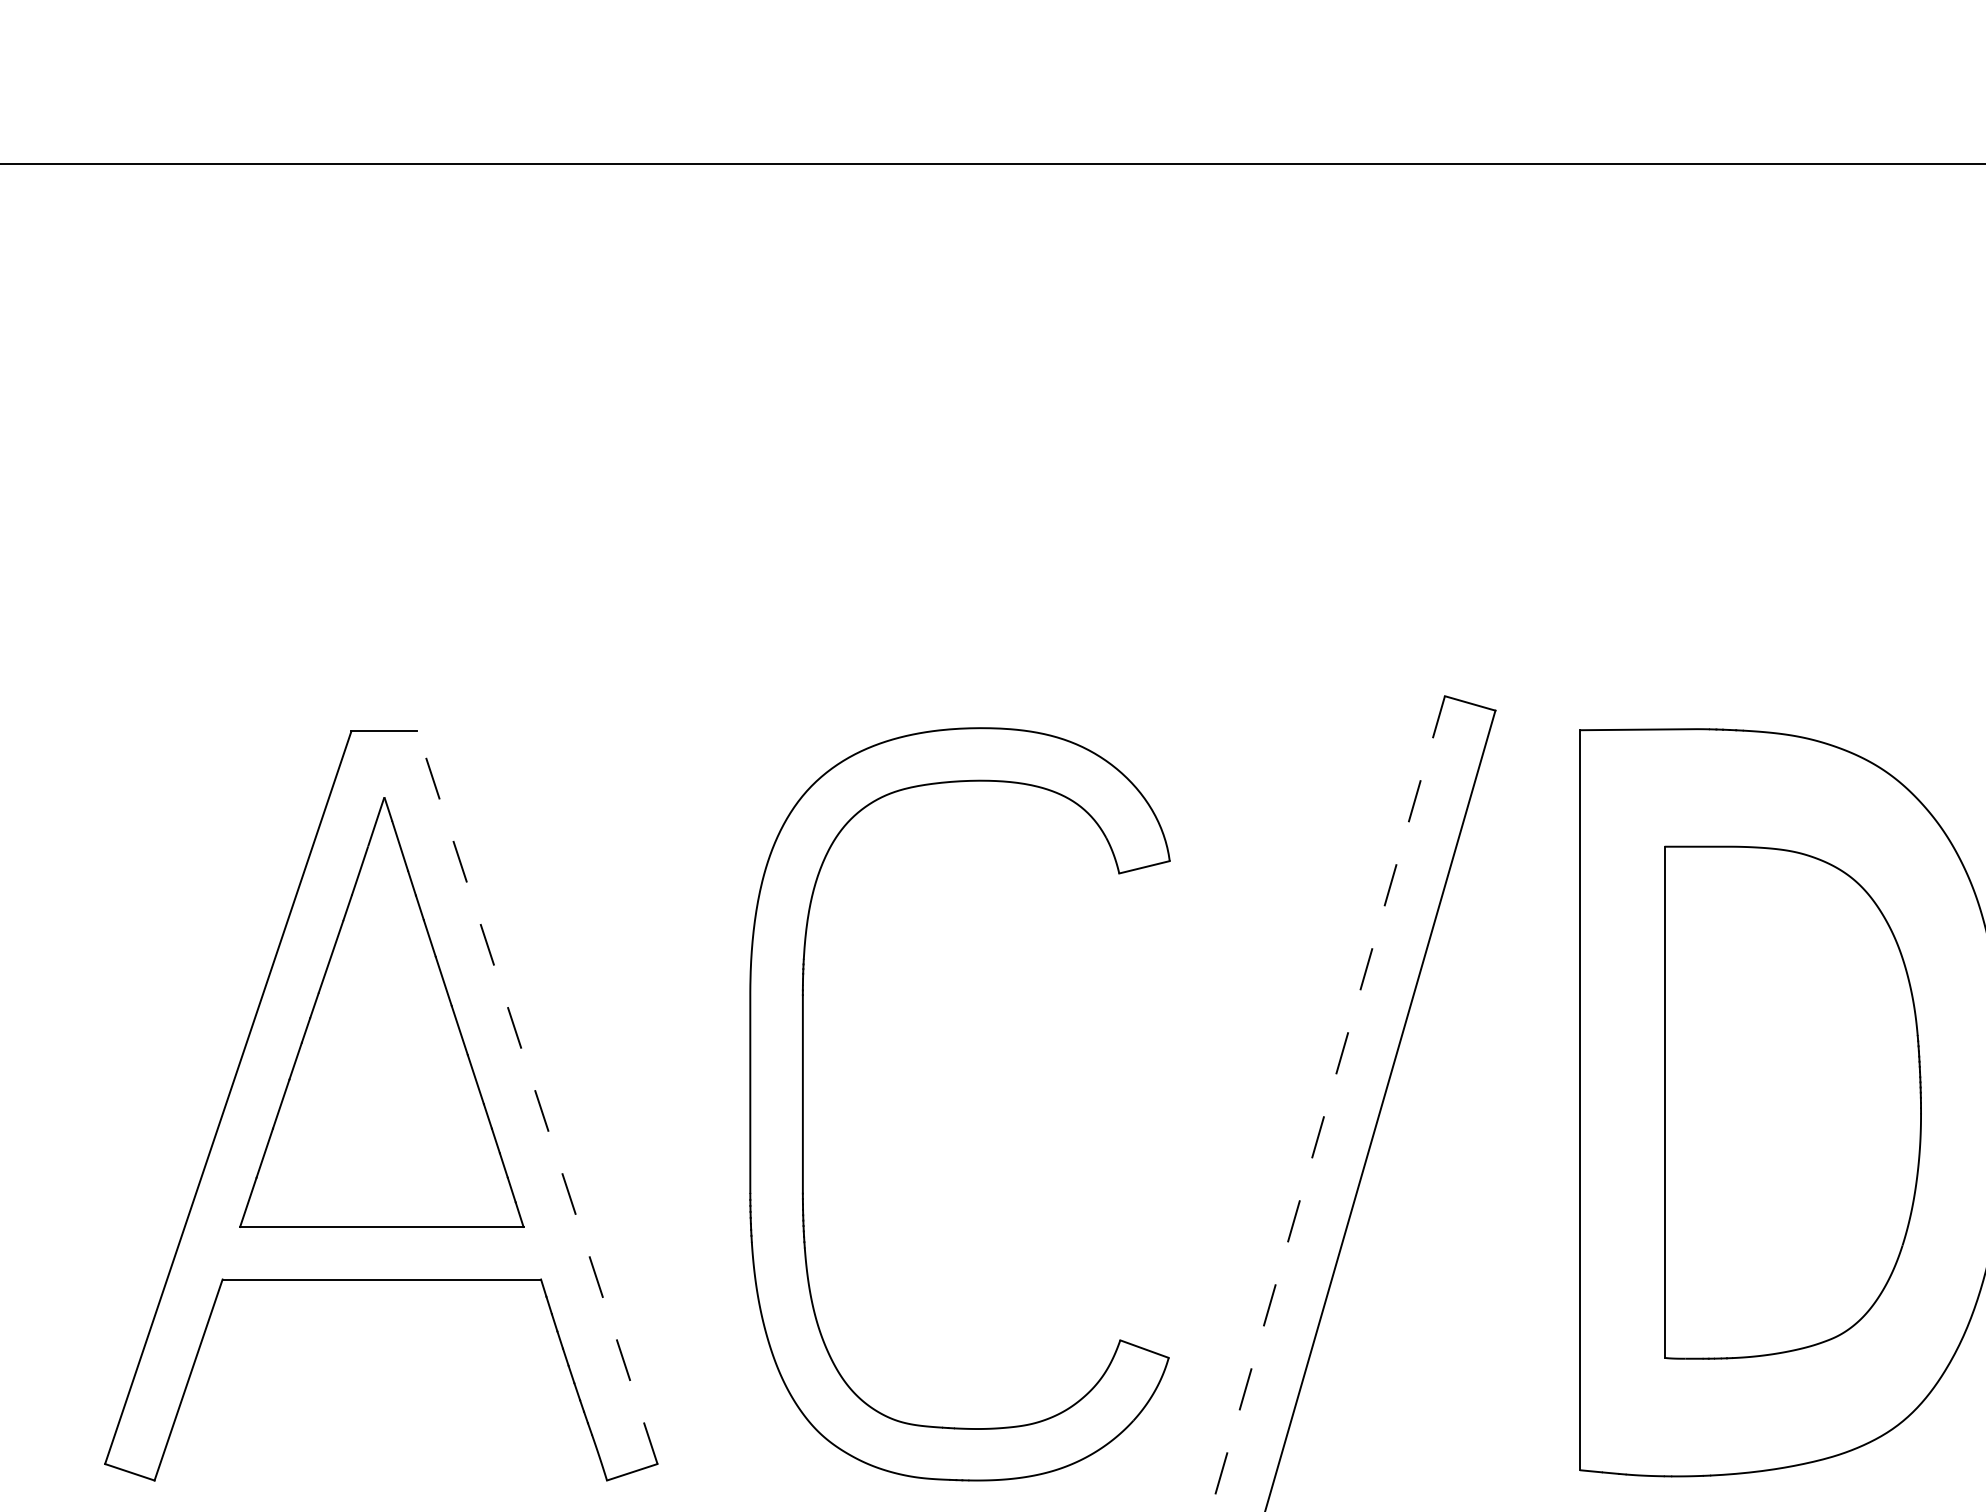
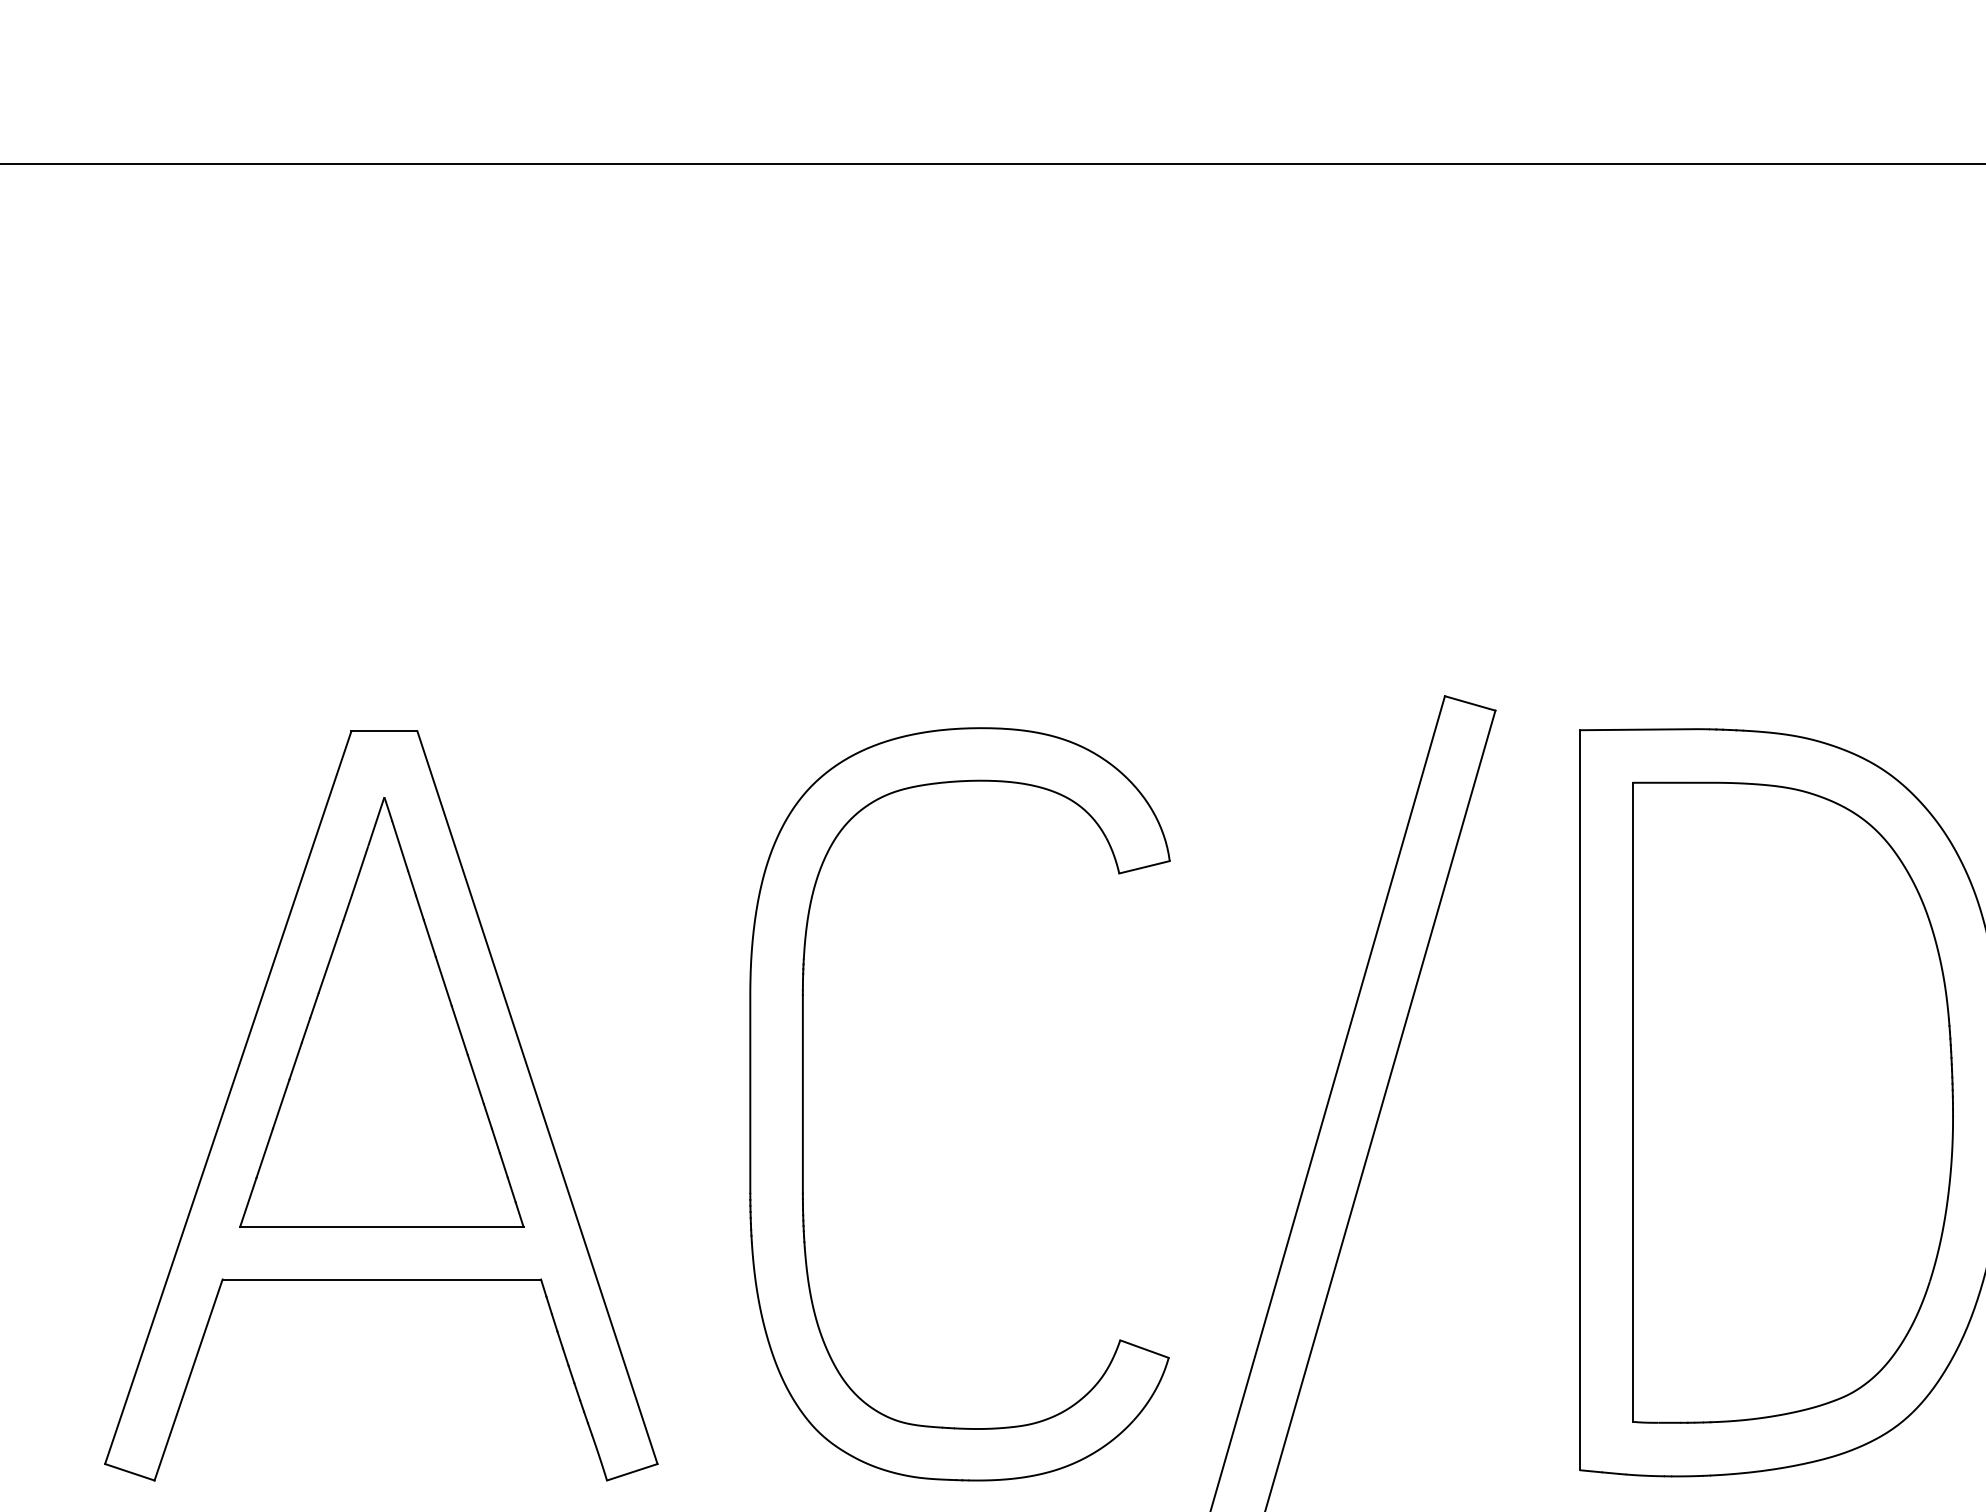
line at (537, 1097): dashed -> solid
part at (1792, 1102) size: 258x515 px -> 322x643 px
line at (1327, 1104): dashed -> solid
